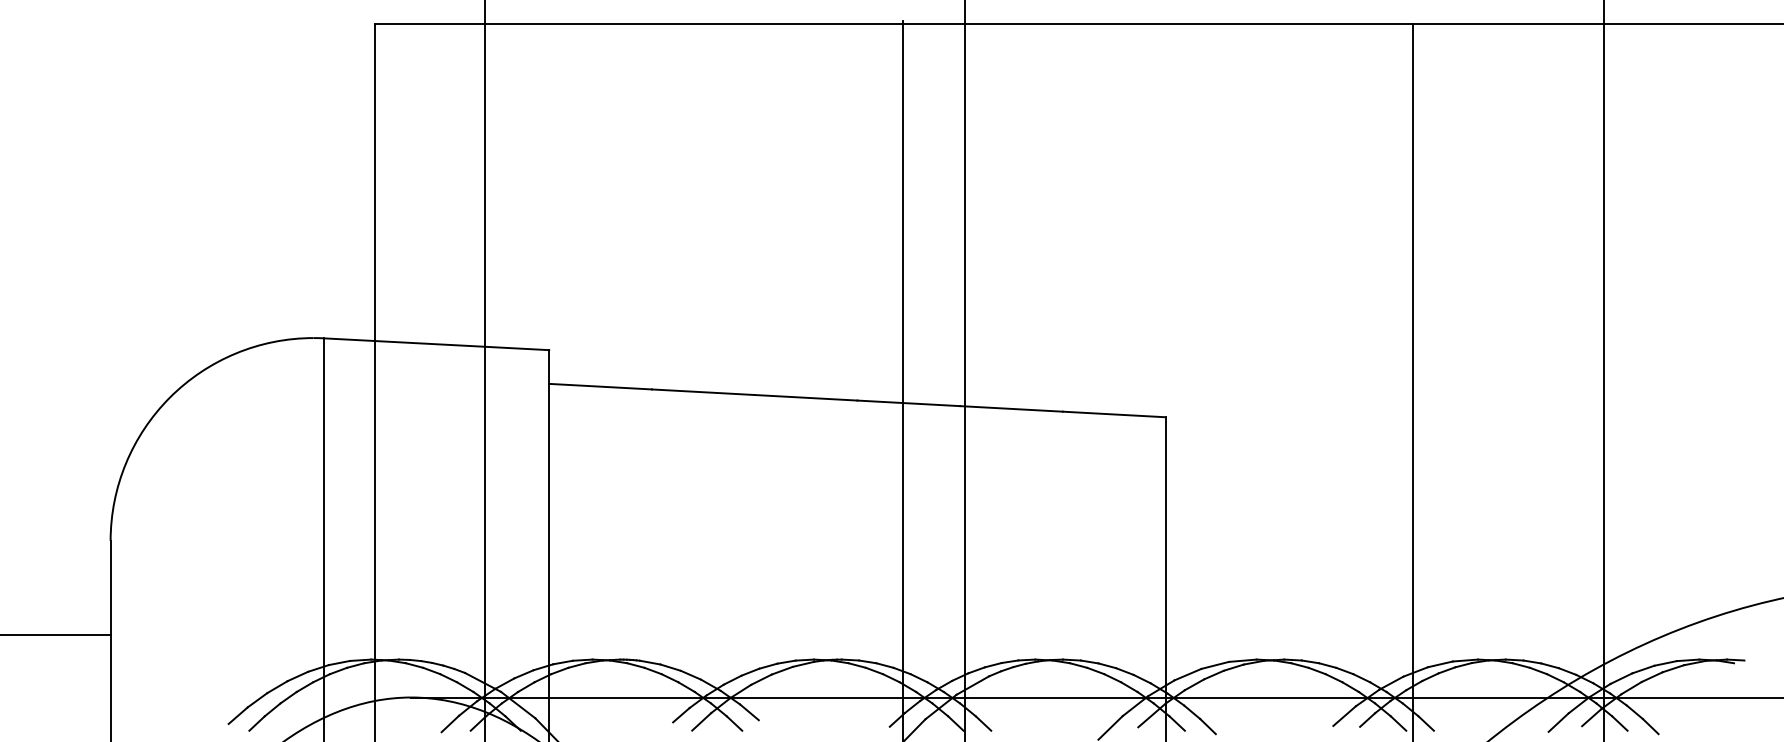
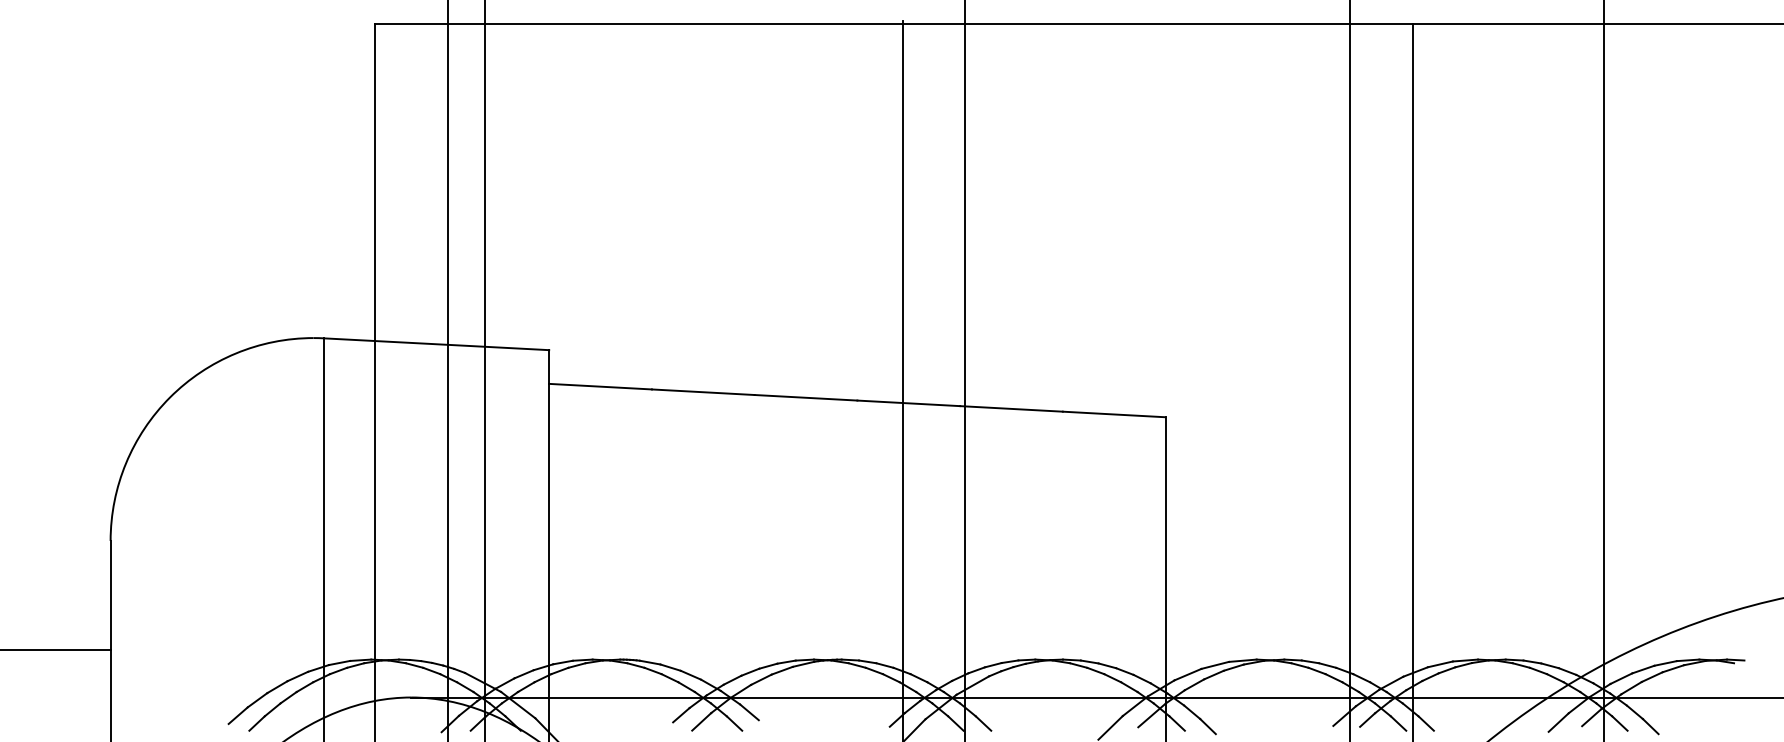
line at (447, 370): none -> present
line at (1349, 370): none -> present
line at (56, 635) position: (56, 635) -> (56, 650)
